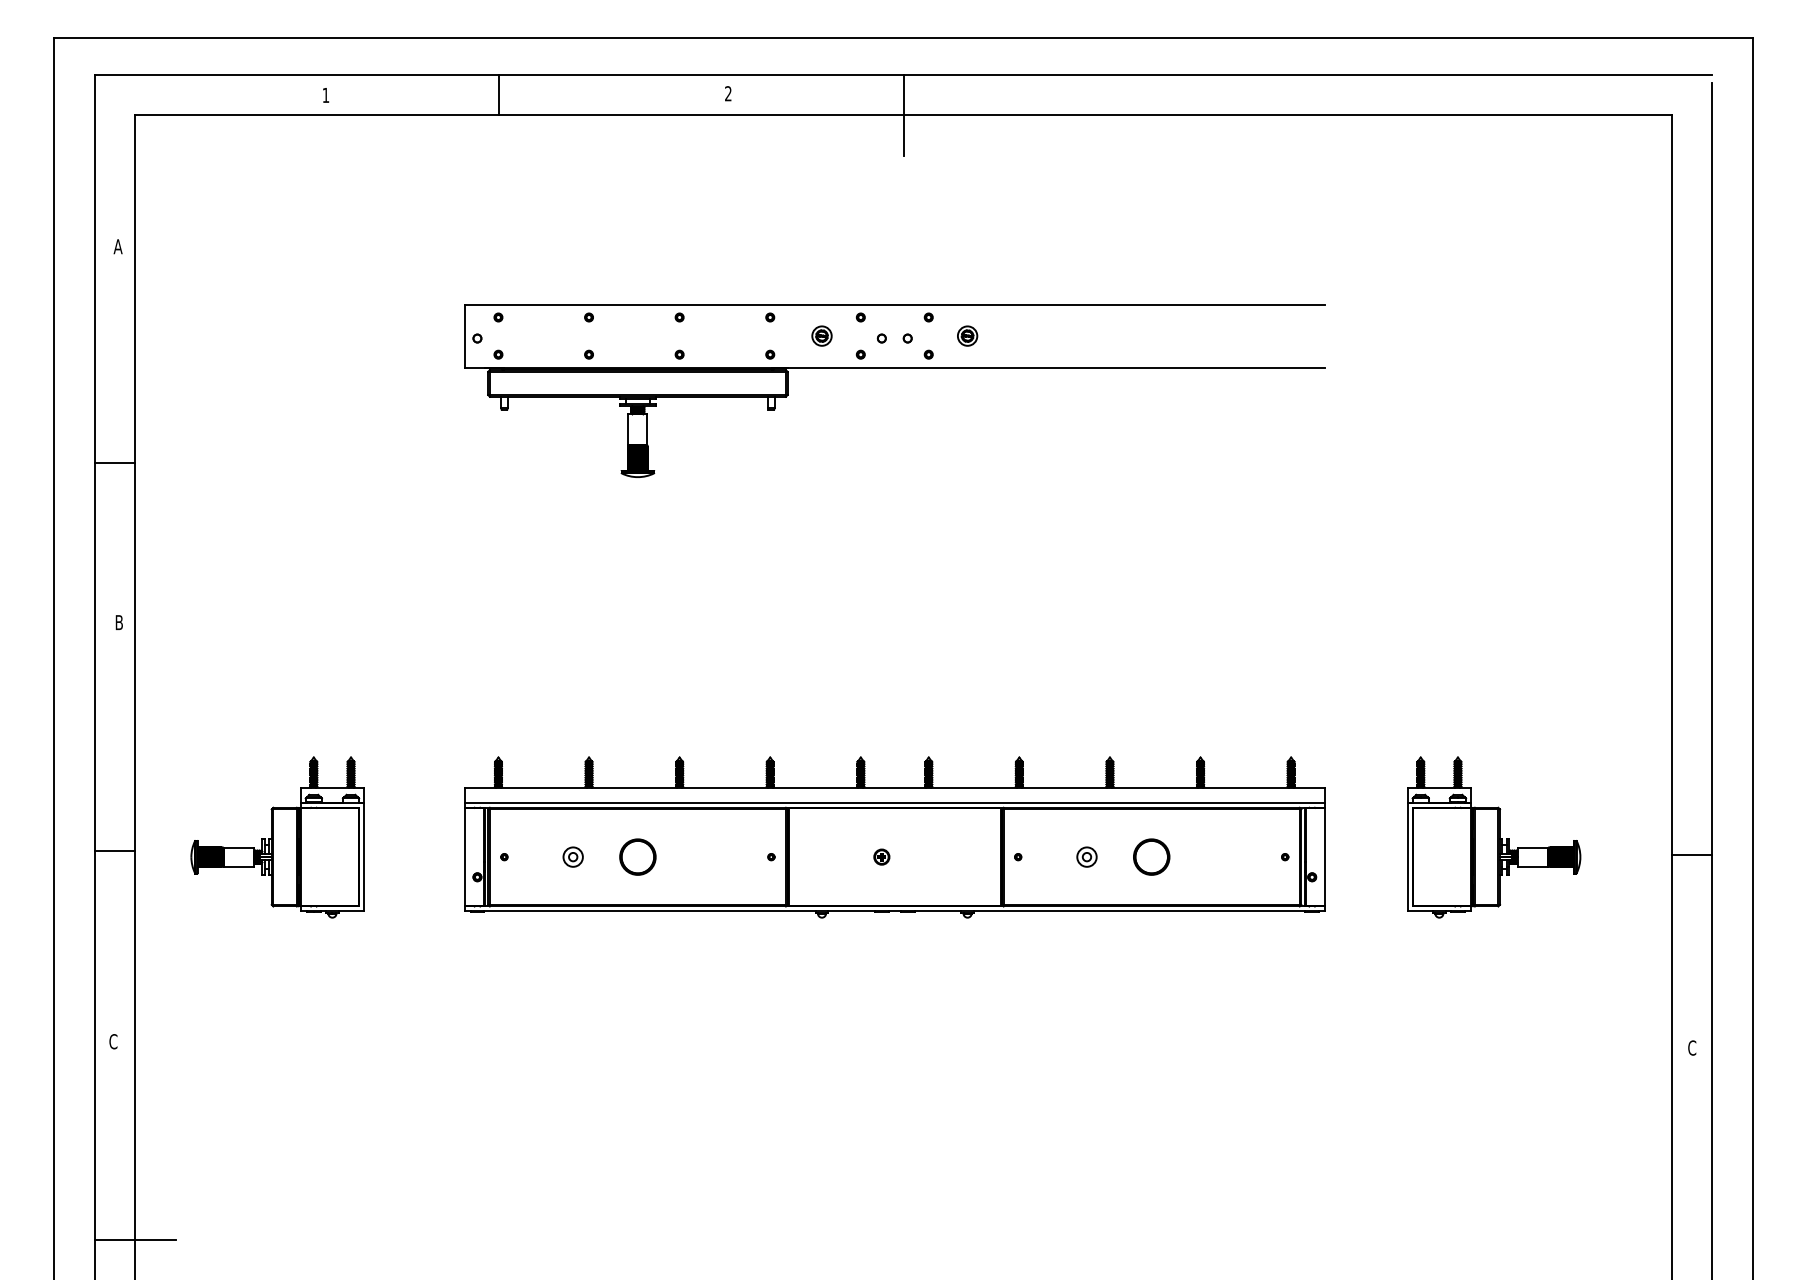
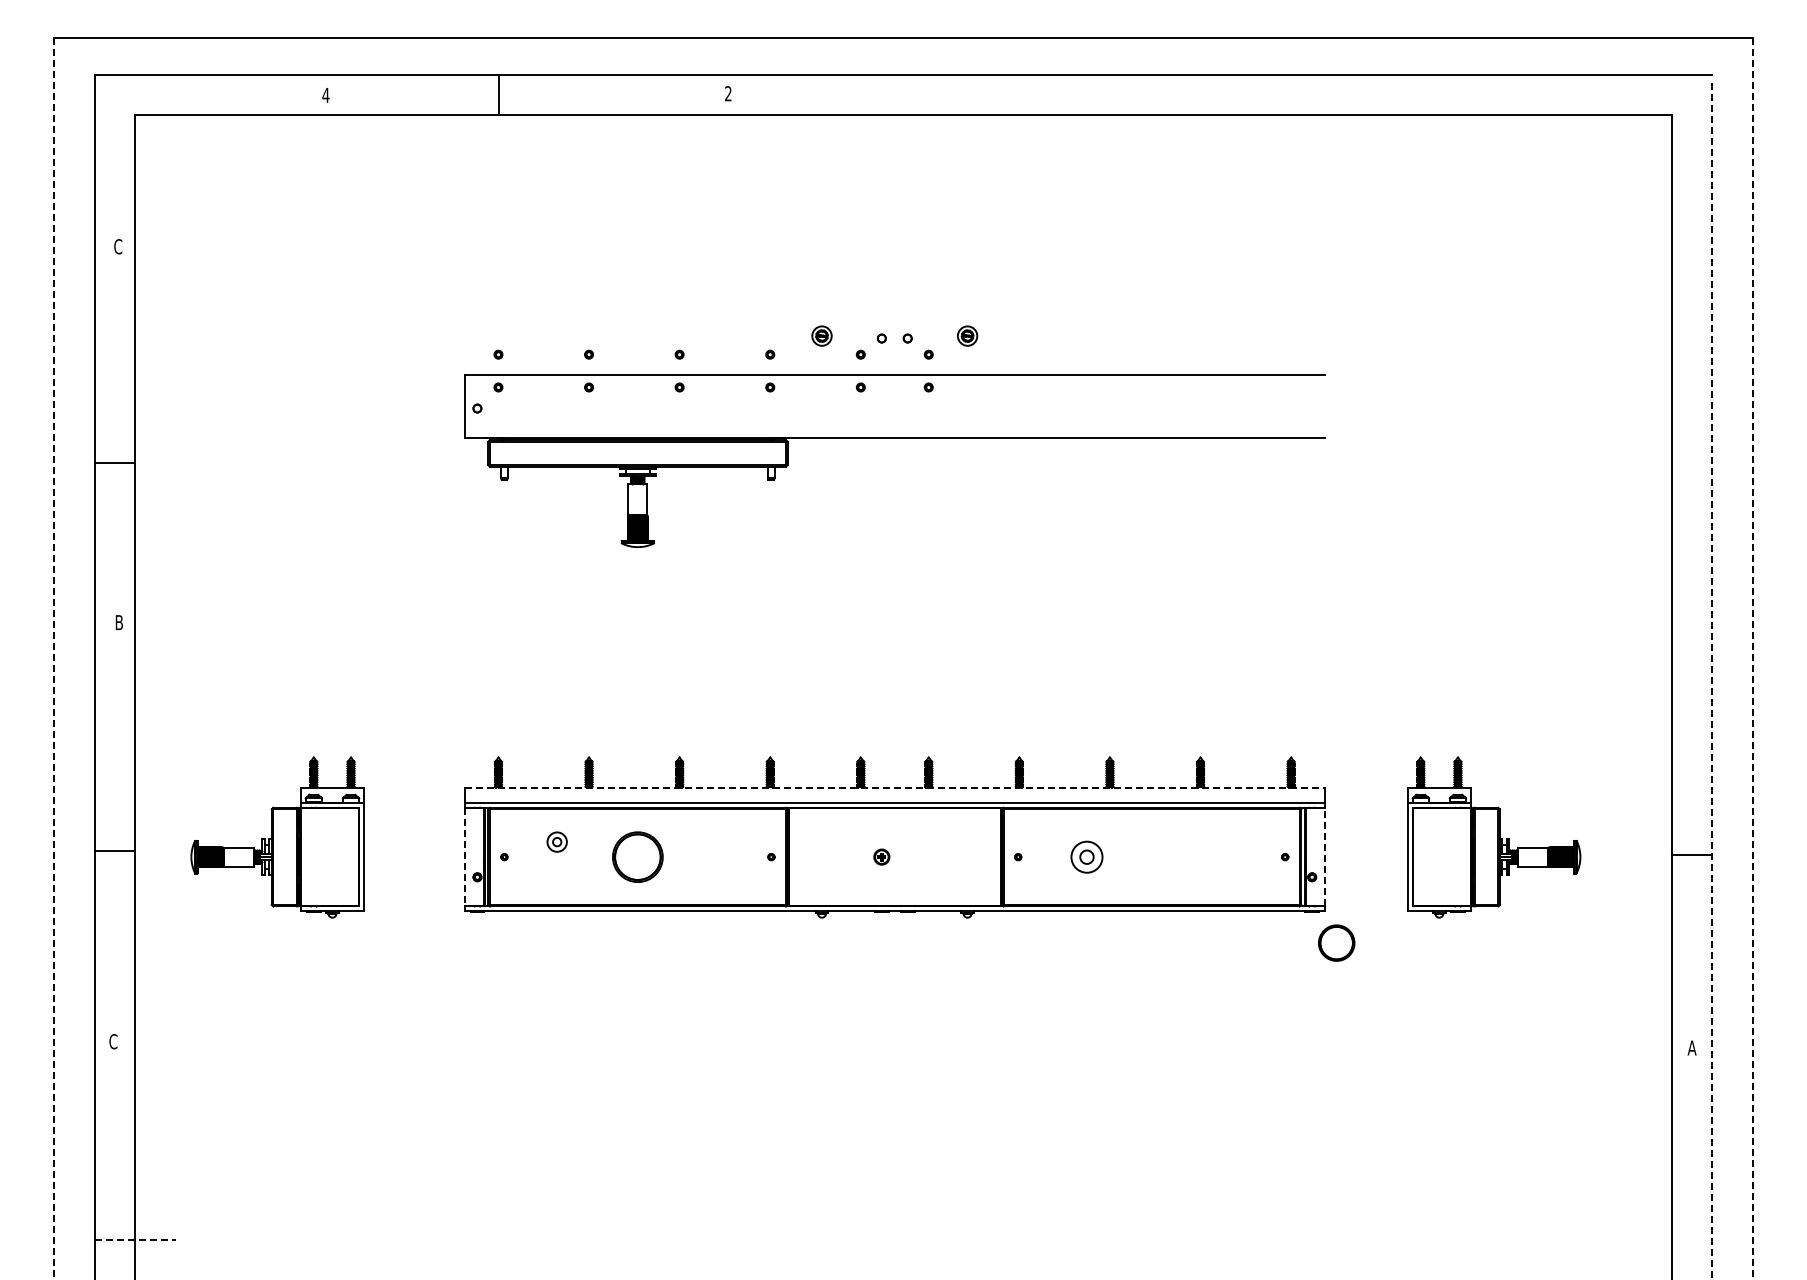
text at (325, 95): 1 -> 4
line at (903, 114): present -> none
text at (117, 246): A -> C
part at (894, 368) position: (894, 368) -> (894, 438)
line at (54, 659): solid -> dashed
line at (1752, 659): solid -> dashed
line at (1712, 681): solid -> dashed
line at (895, 788): solid -> dashed
part at (572, 856) position: (572, 856) -> (556, 841)
circle at (637, 856) size: 38x38 px -> 52x52 px
part at (1086, 856) size: 22x22 px -> 34x34 px
part at (1151, 856) position: (1151, 856) -> (1336, 942)
line at (1325, 856): solid -> dashed
line at (464, 857): solid -> dashed
text at (1691, 1047): C -> A
line at (135, 1239): solid -> dashed
